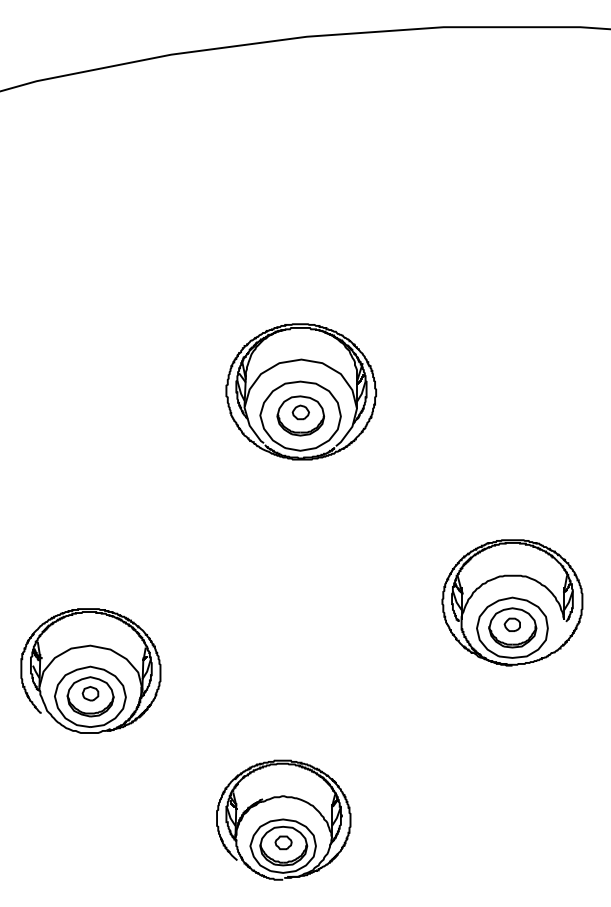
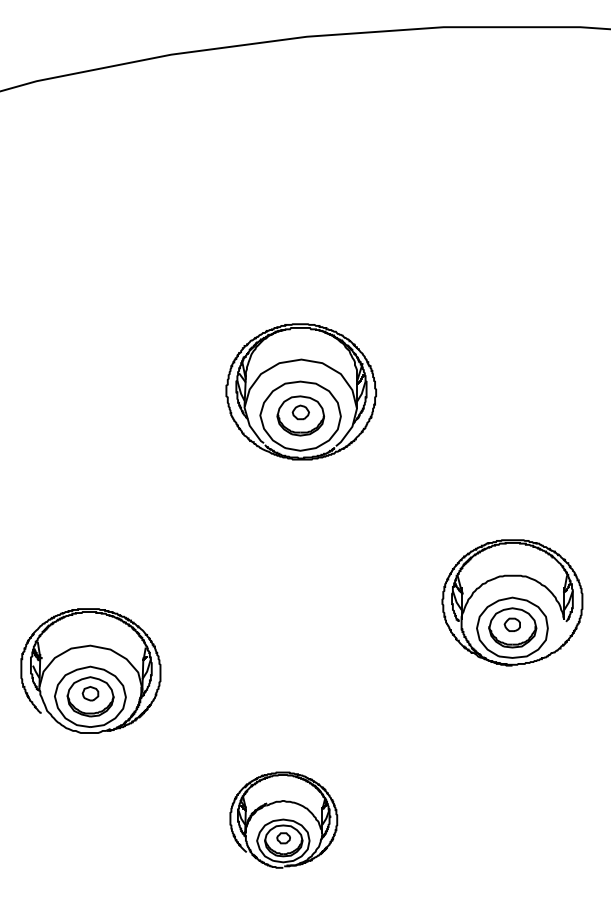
part at (283, 819) size: 136x122 px -> 110x98 px
